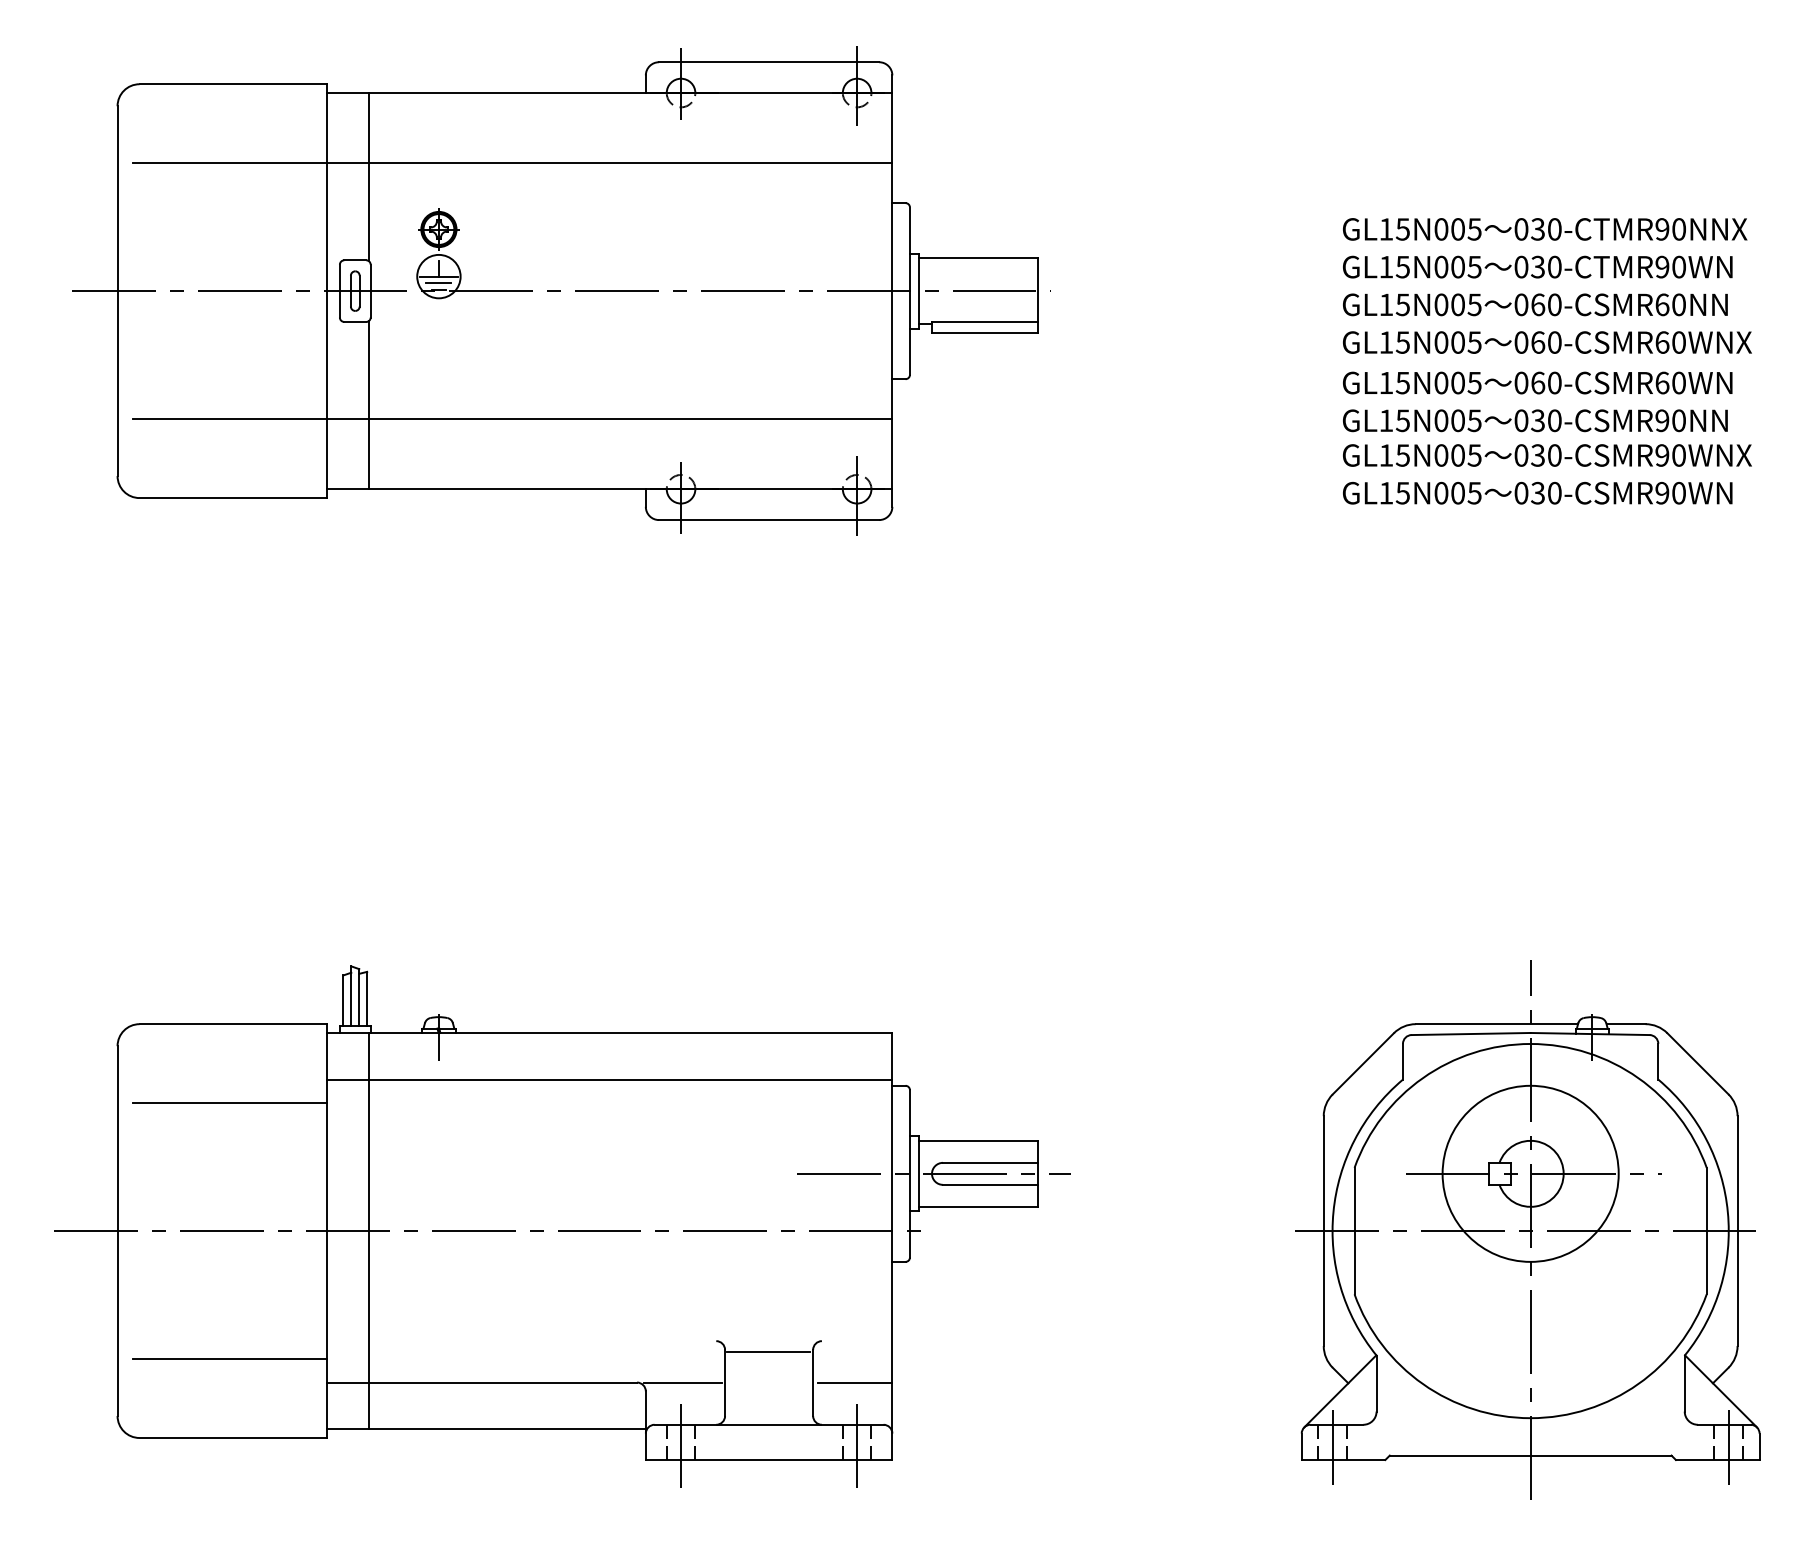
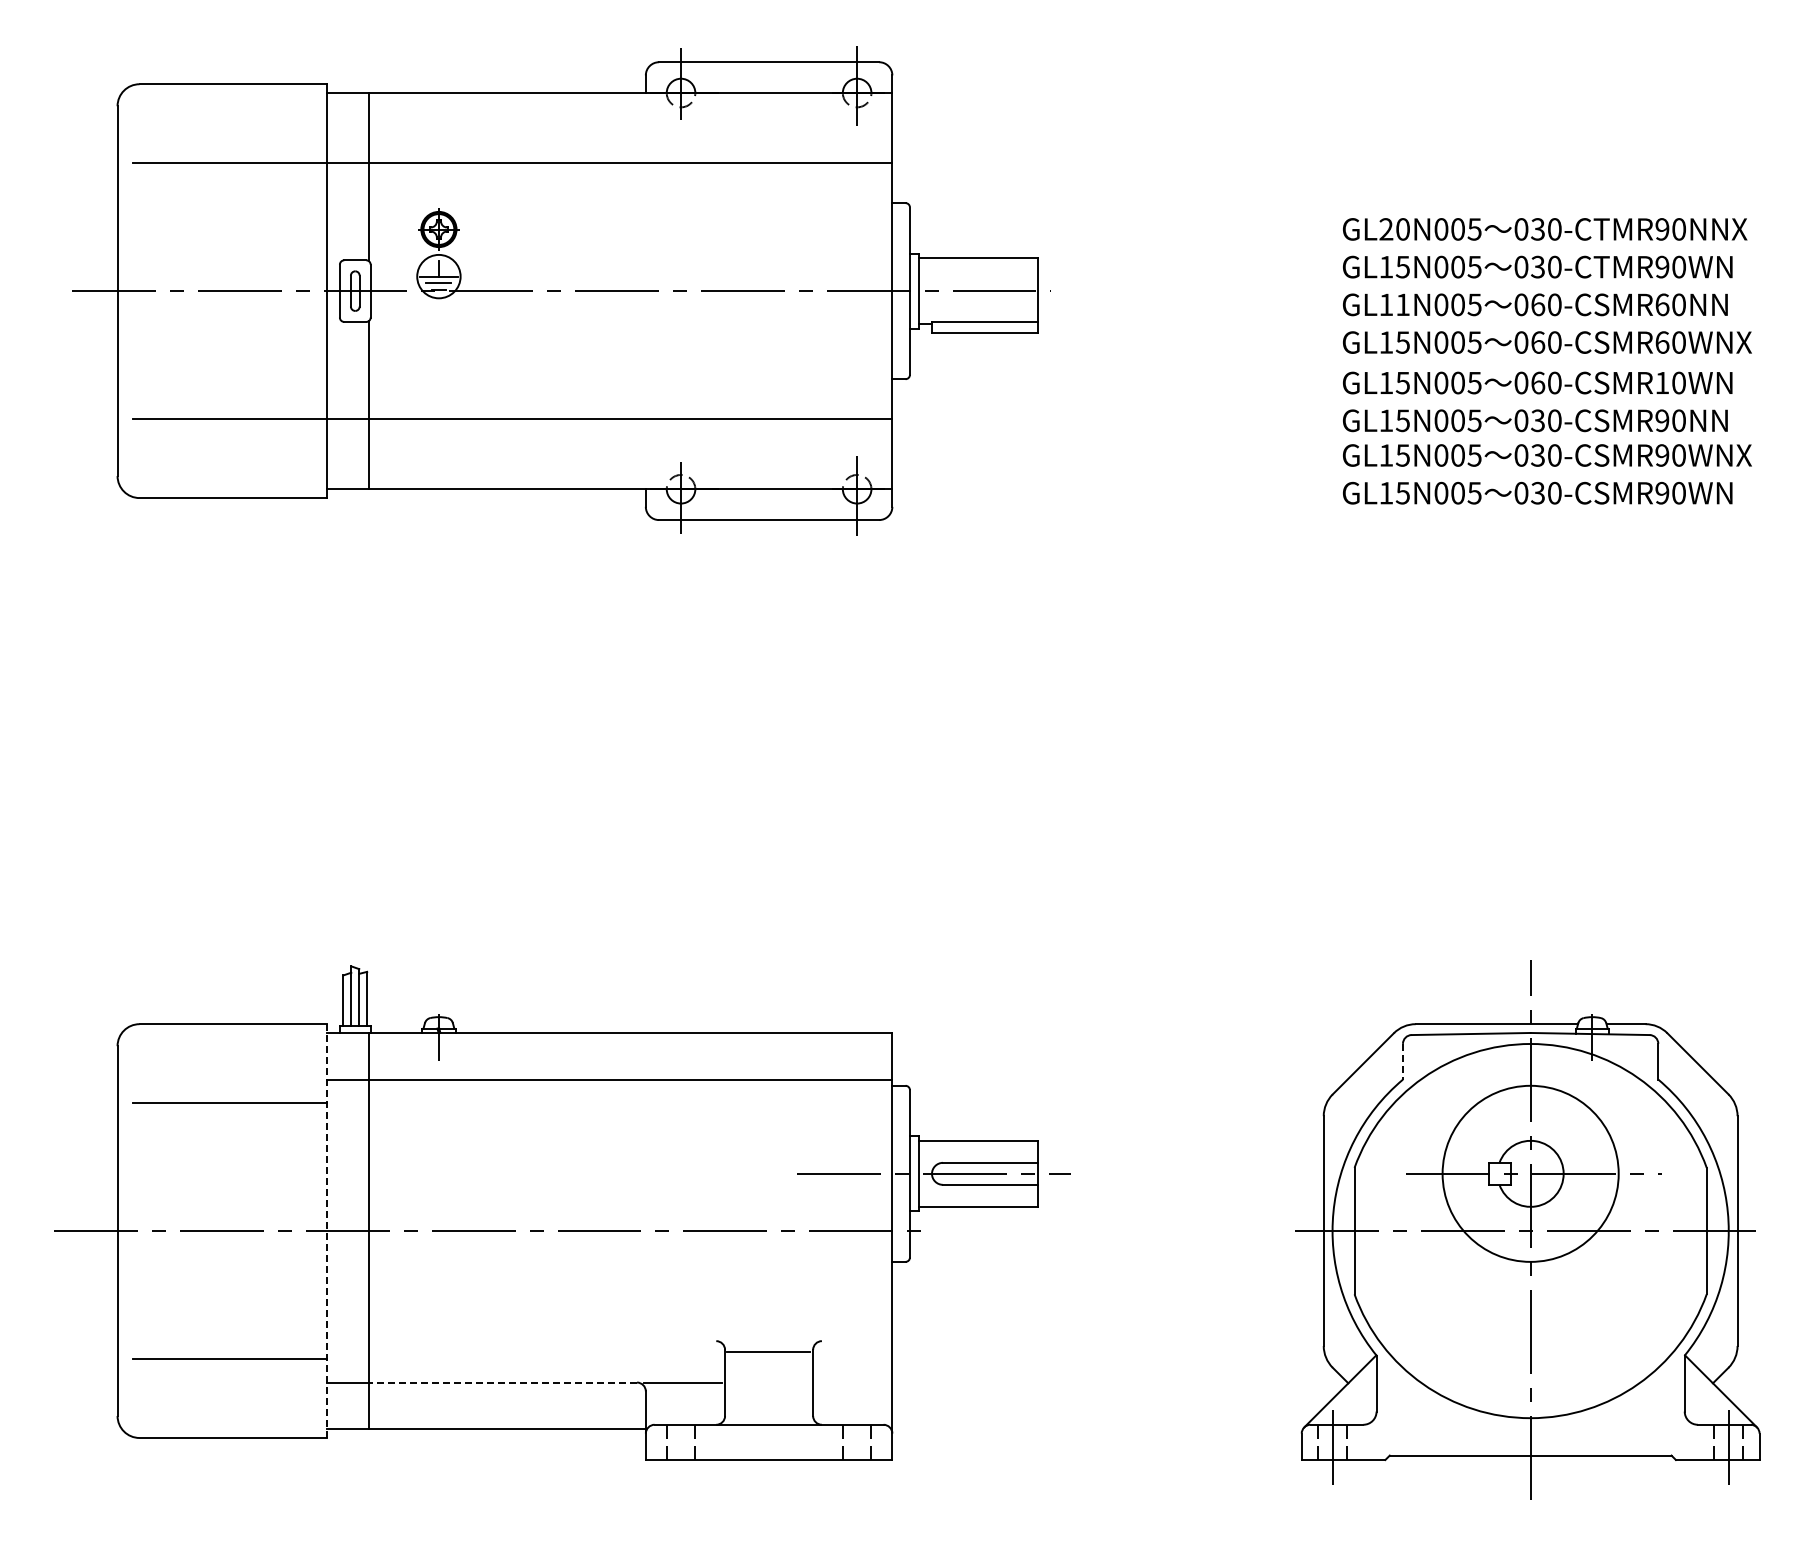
text at (1394, 229): GL15N005 -> GL20N005
text at (1402, 304): GL15N005 -> GL11N005
text at (1662, 382): 060-CSMR60WN -> 060-CSMR10WN
line at (1402, 1061): solid -> dashed
line at (326, 1231): solid -> dashed
line at (502, 1382): solid -> dashed
line at (854, 1382): present -> none
line at (857, 1447): present -> none
line at (681, 1449): present -> none
